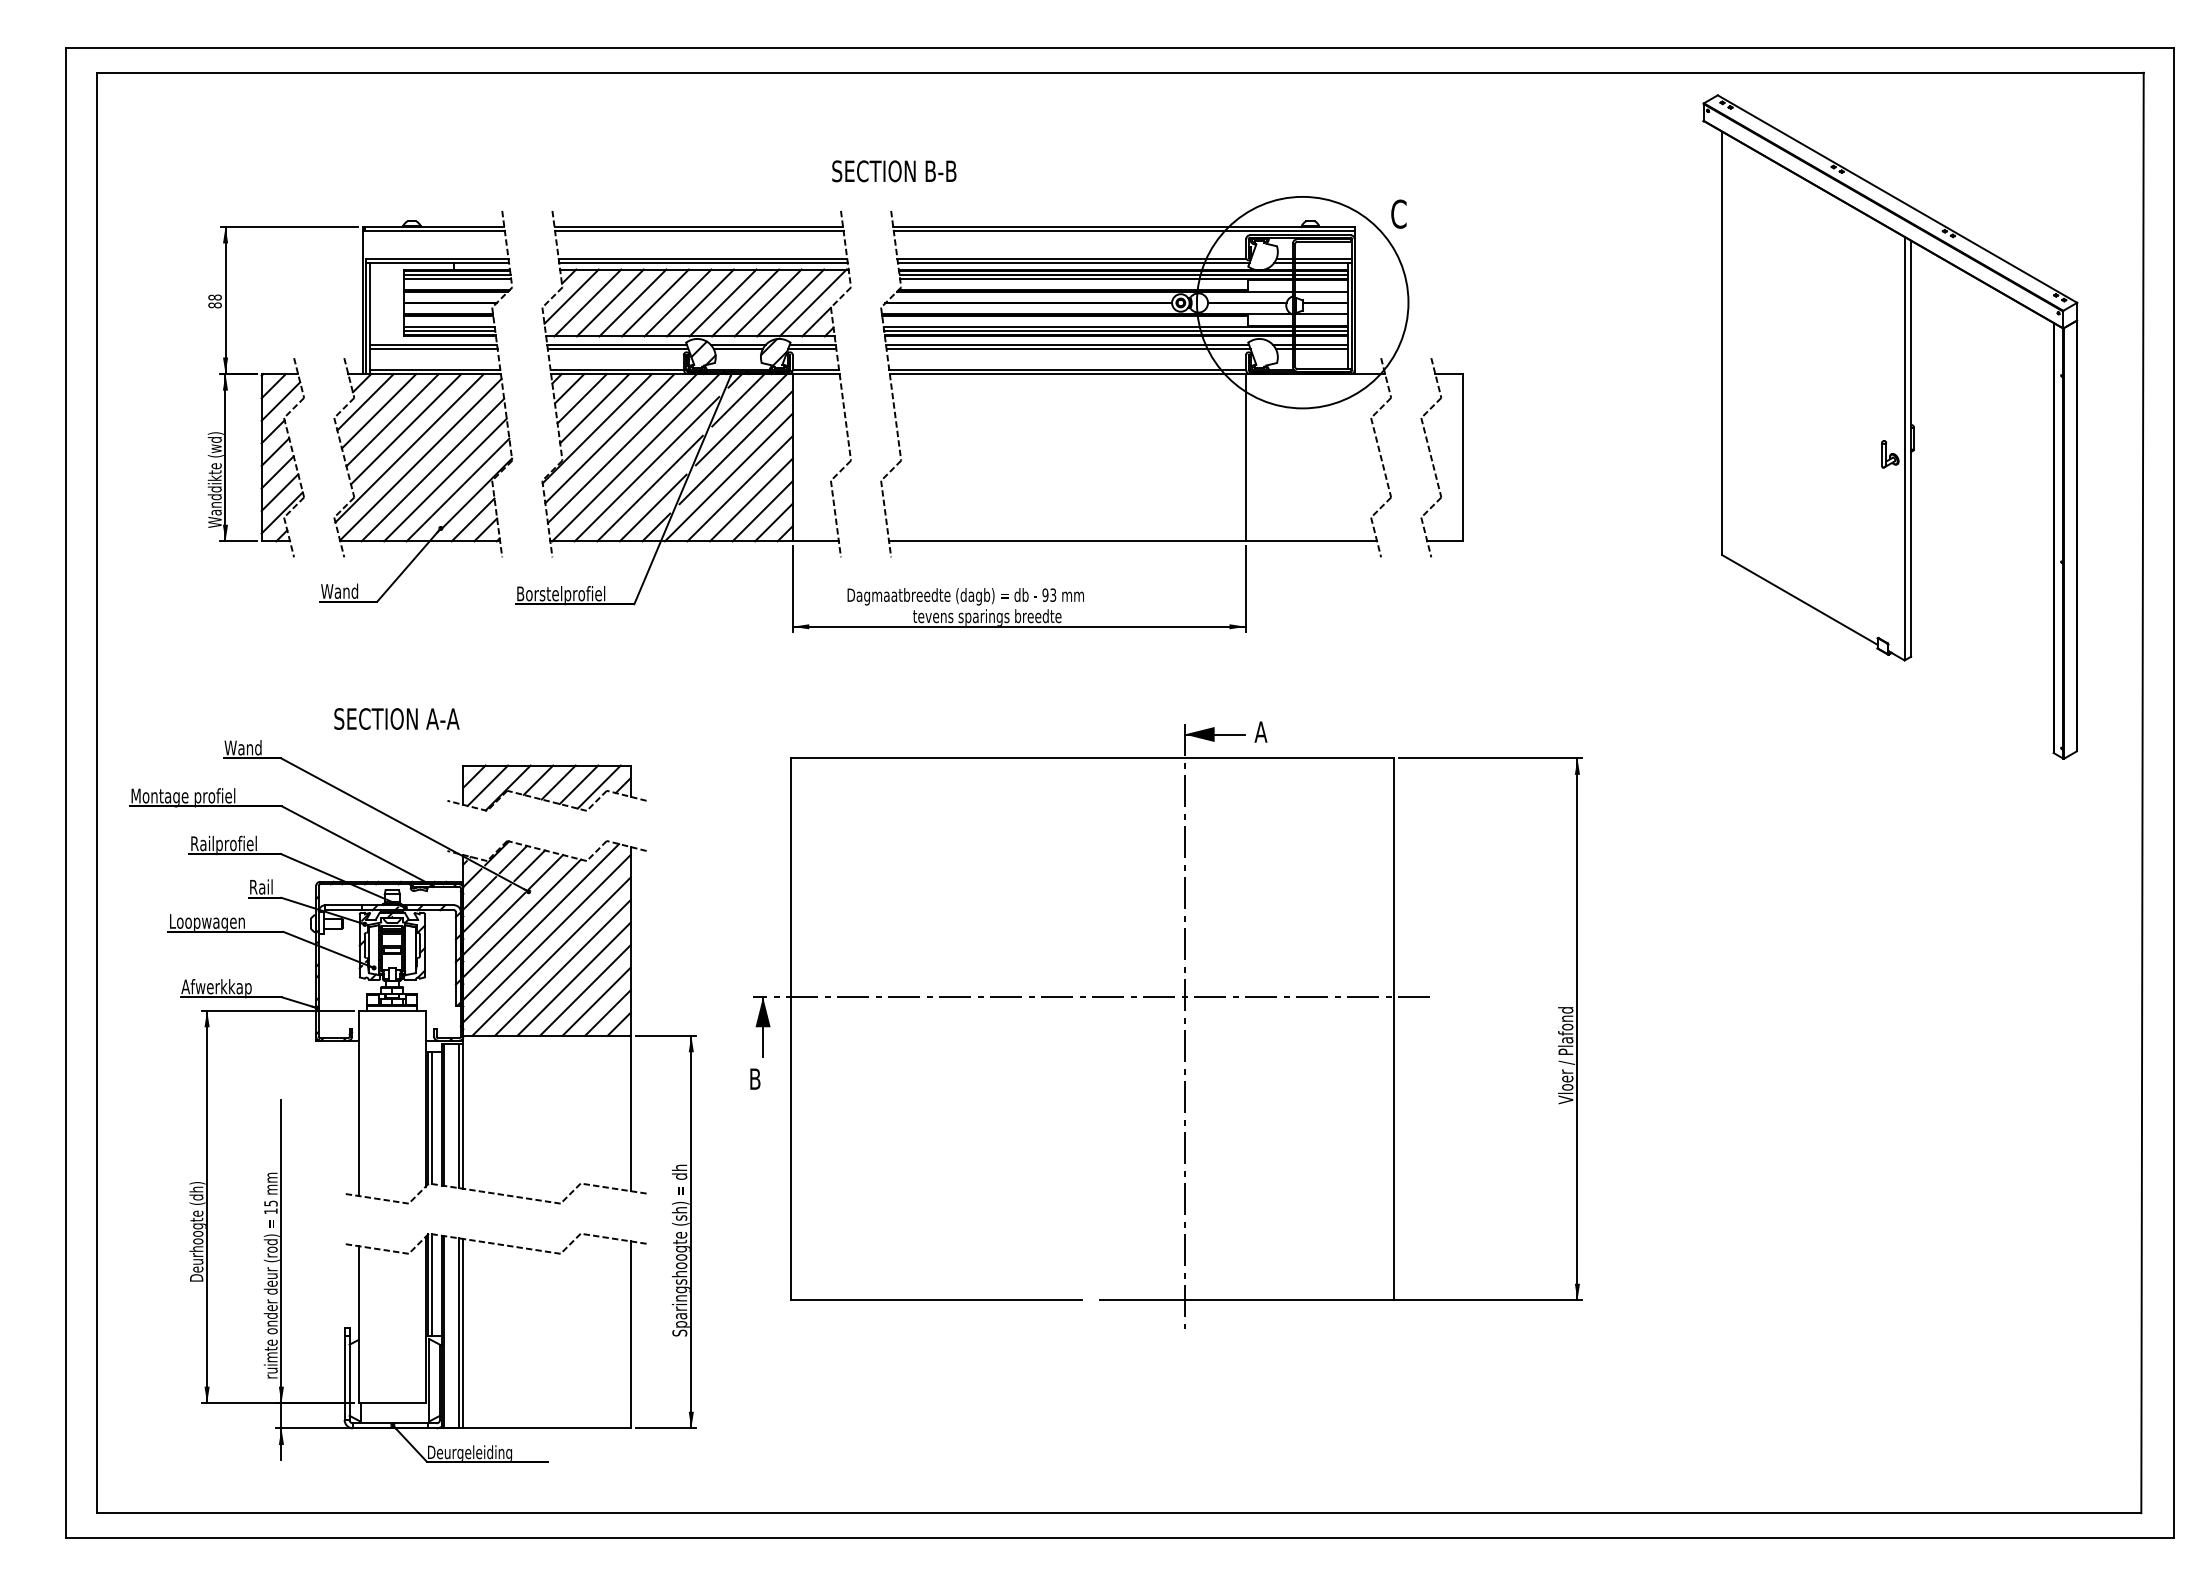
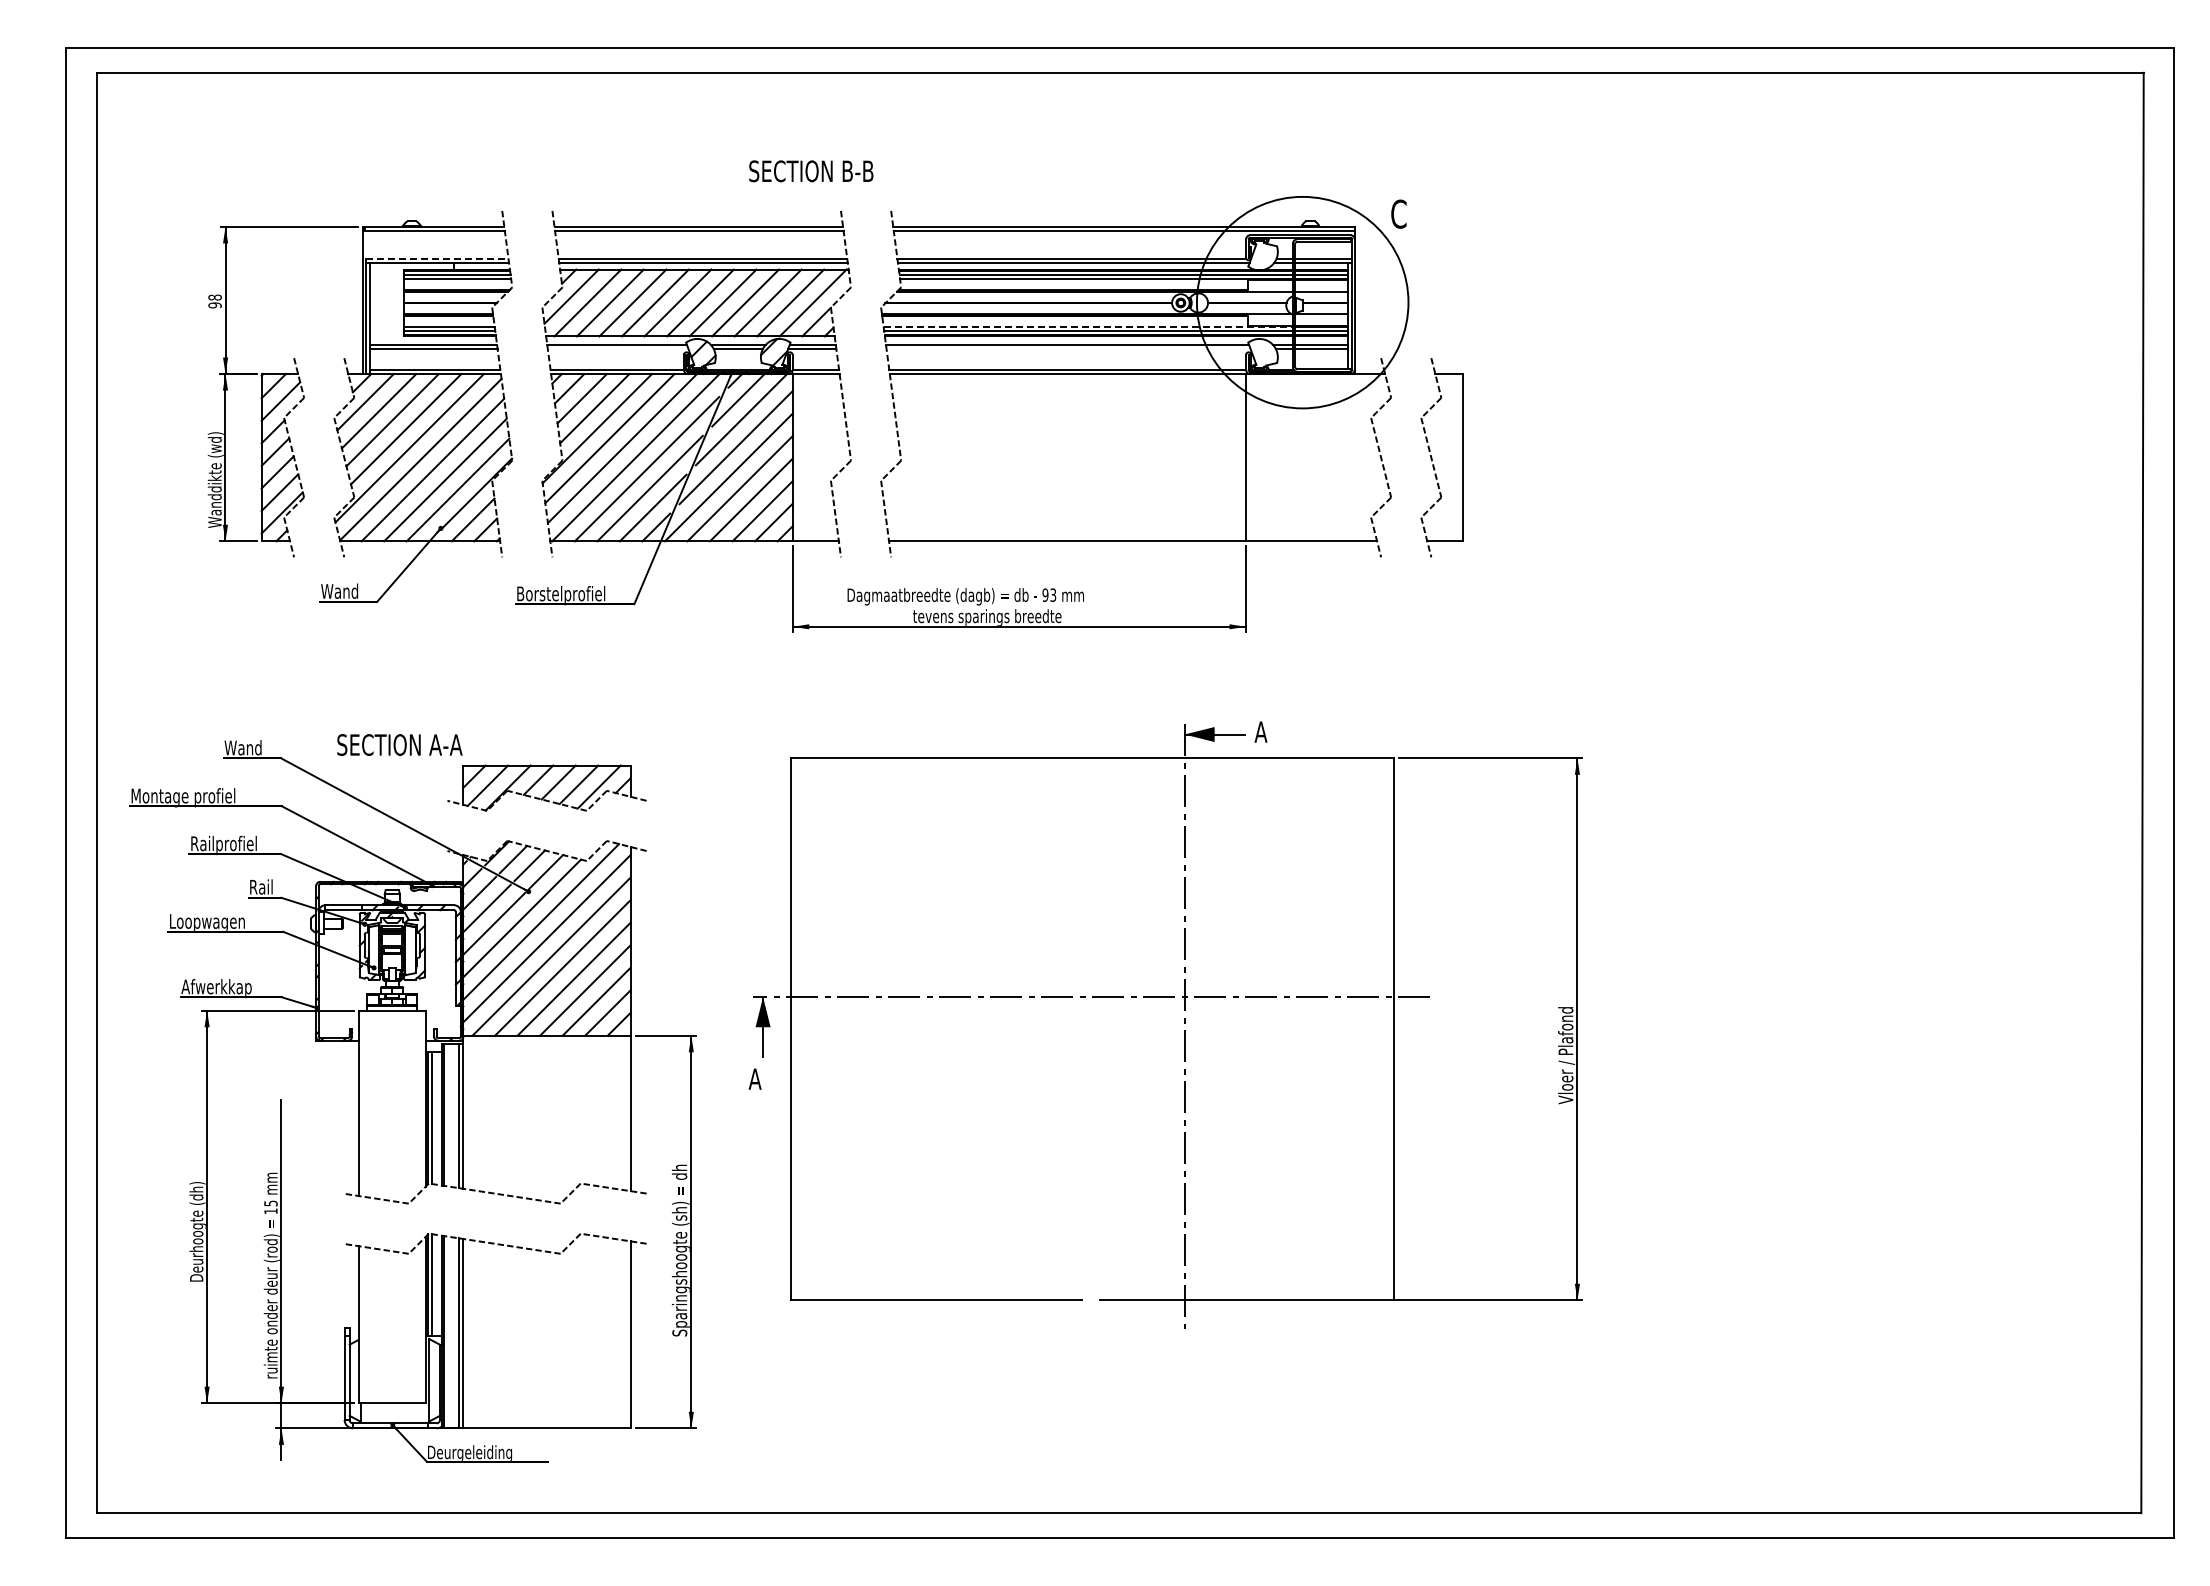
text at (894, 171) position: (894, 171) -> (811, 171)
line at (437, 258): solid -> dashed
text at (214, 305): 88 -> 98
line at (1088, 326): solid -> dashed
line at (617, 348): present -> none
line at (1068, 348): present -> none
part at (1890, 426): present -> none
text at (396, 718) position: (396, 718) -> (399, 744)
text at (754, 1078): B -> A
